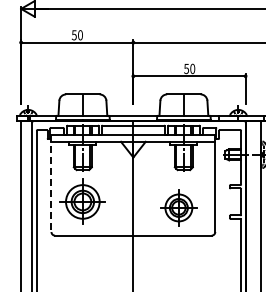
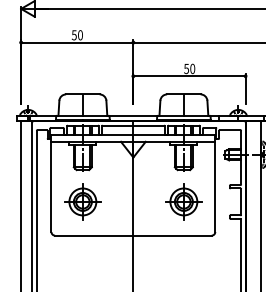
line at (51, 183): dashed -> solid
part at (82, 201) size: 47x47 px -> 38x38 px
part at (178, 207) position: (178, 207) -> (183, 201)
